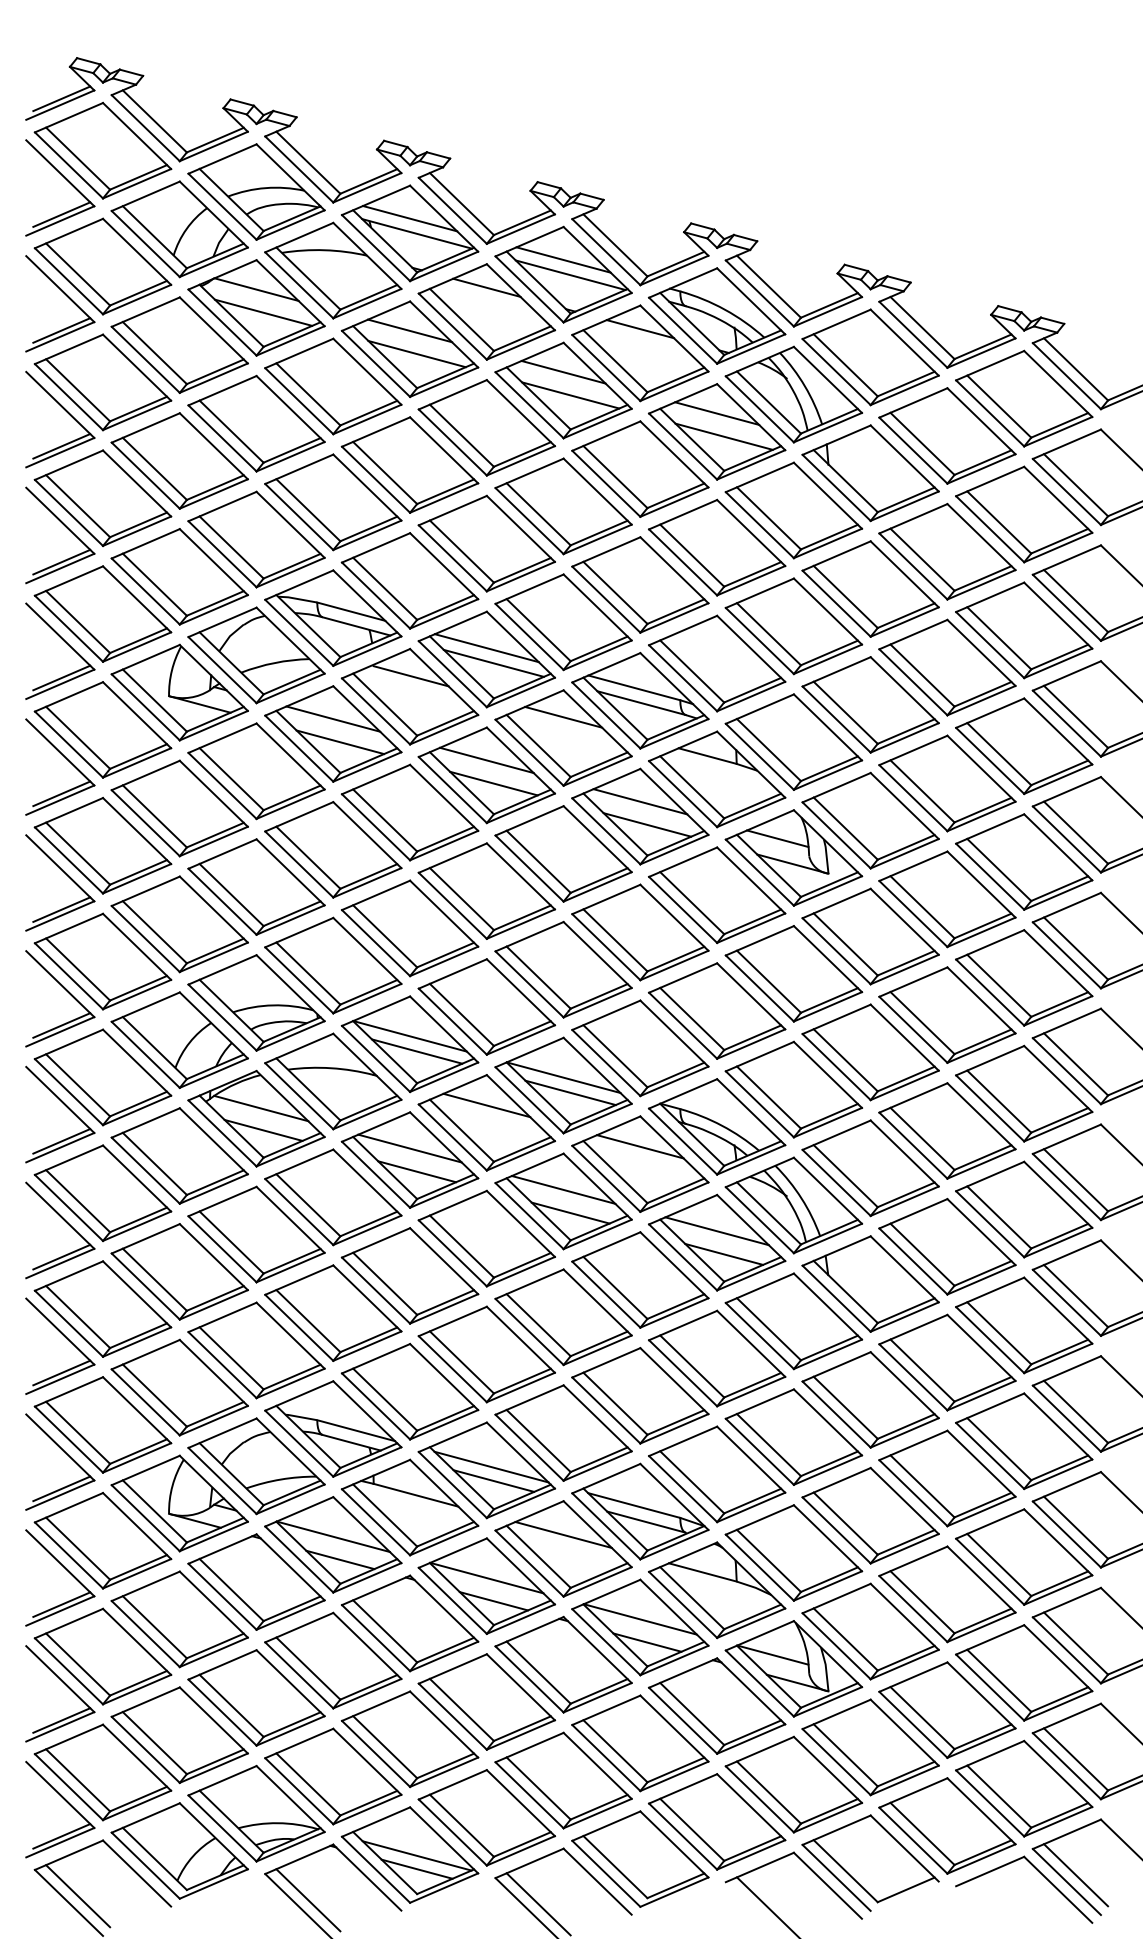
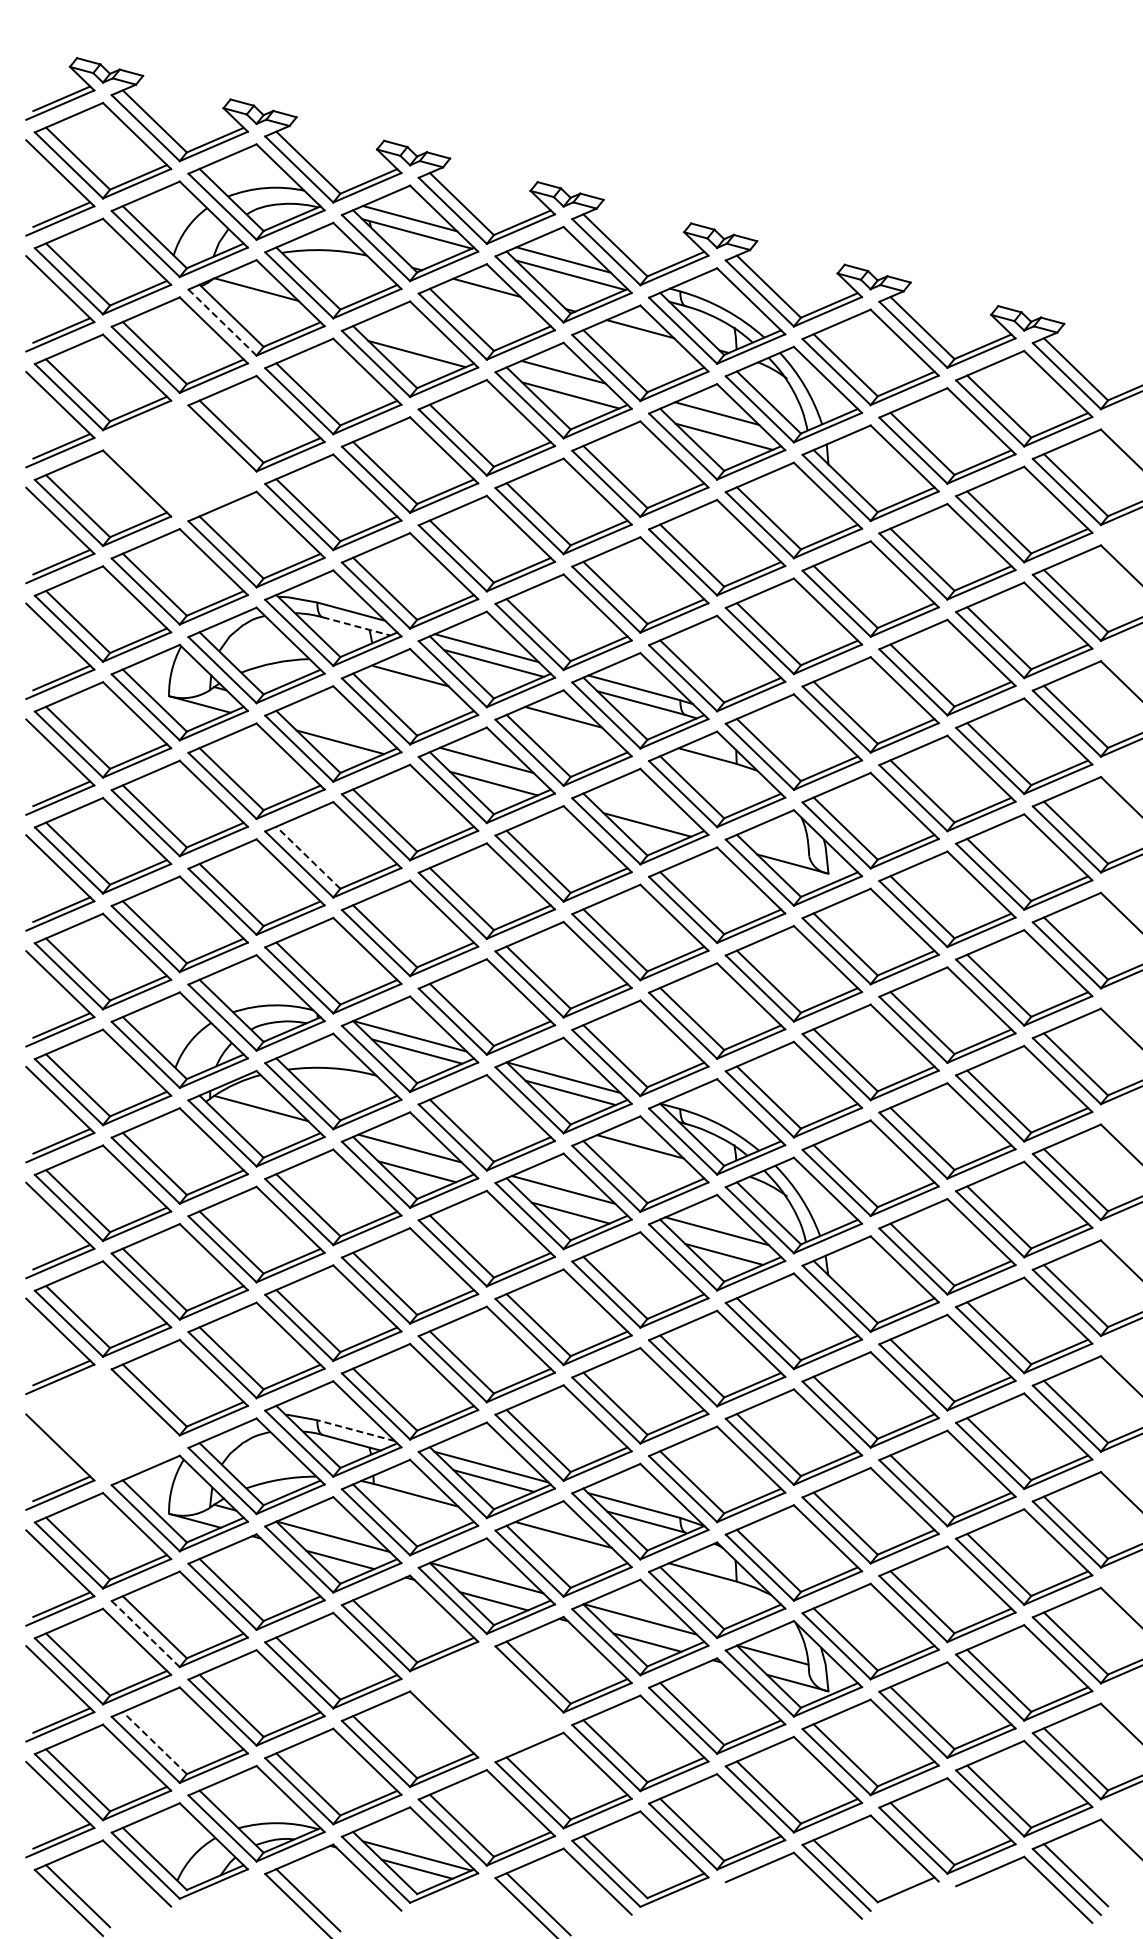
line at (263, 312): present -> none
line at (222, 322): solid -> dashed
line at (410, 330): present -> none
part at (179, 460): present -> none
line at (357, 626): solid -> dashed
line at (333, 718): present -> none
line at (640, 801): present -> none
line at (777, 838): present -> none
line at (308, 857): solid -> dashed
line at (486, 1105): present -> none
line at (263, 1129): present -> none
part at (102, 1424): present -> none
line at (355, 1430): solid -> dashed
line at (146, 1634): solid -> dashed
part at (486, 1701): present -> none
line at (154, 1743): solid -> dashed
line at (766, 1906): present -> none
